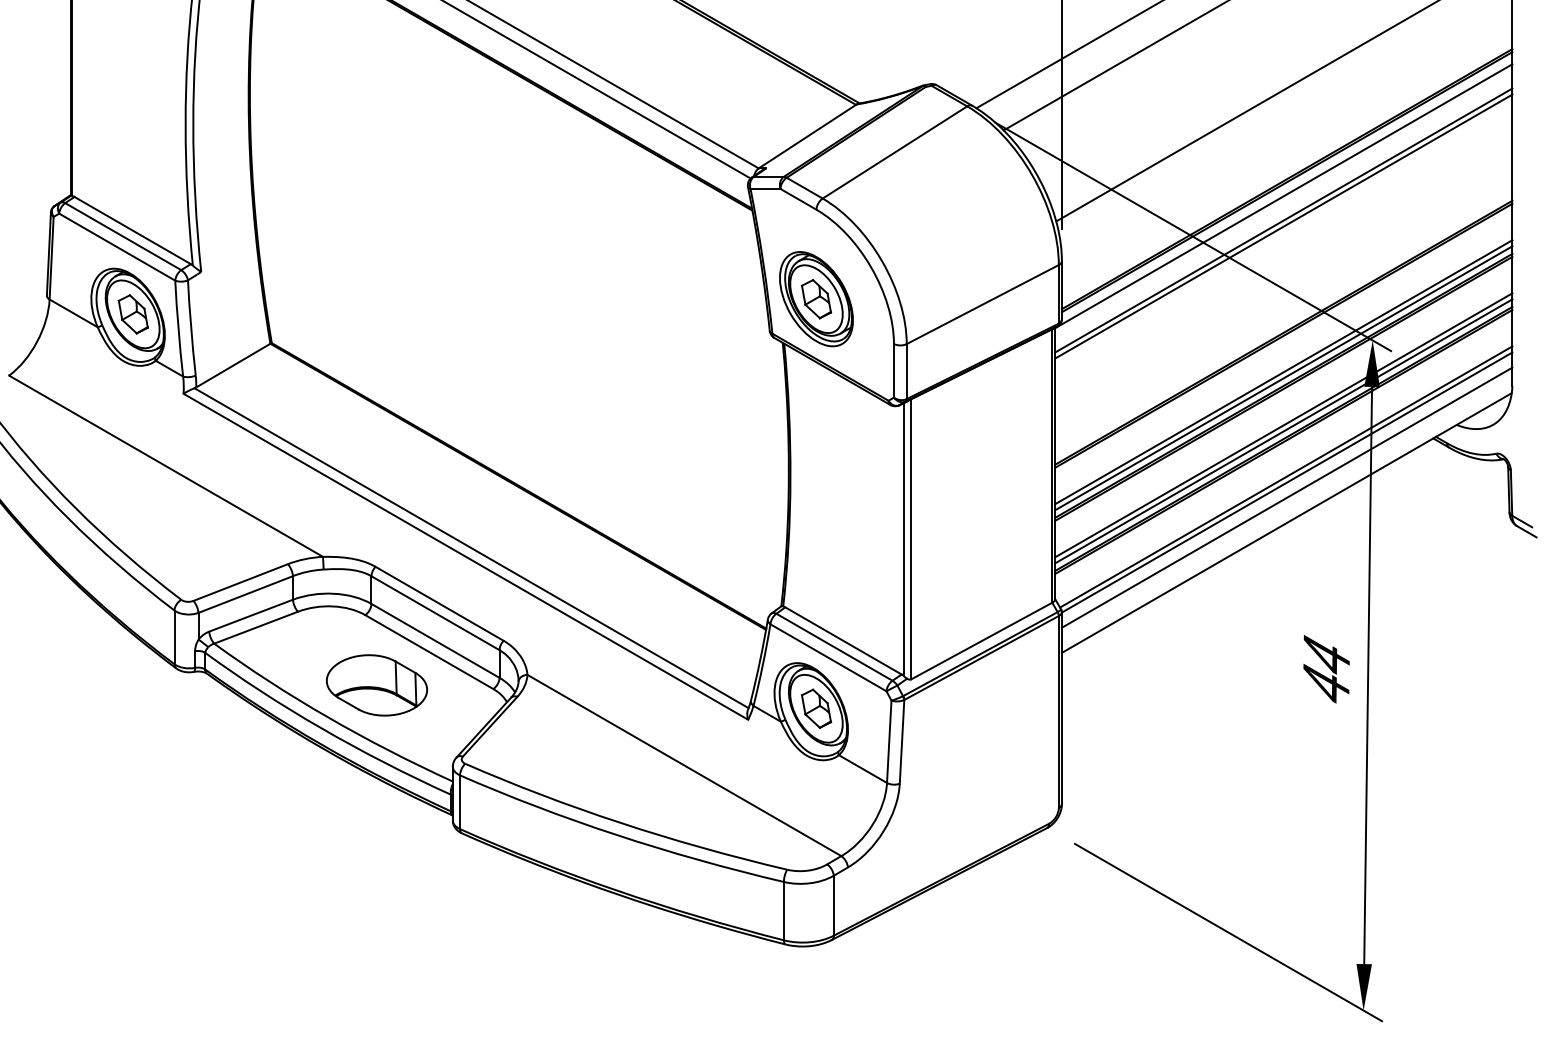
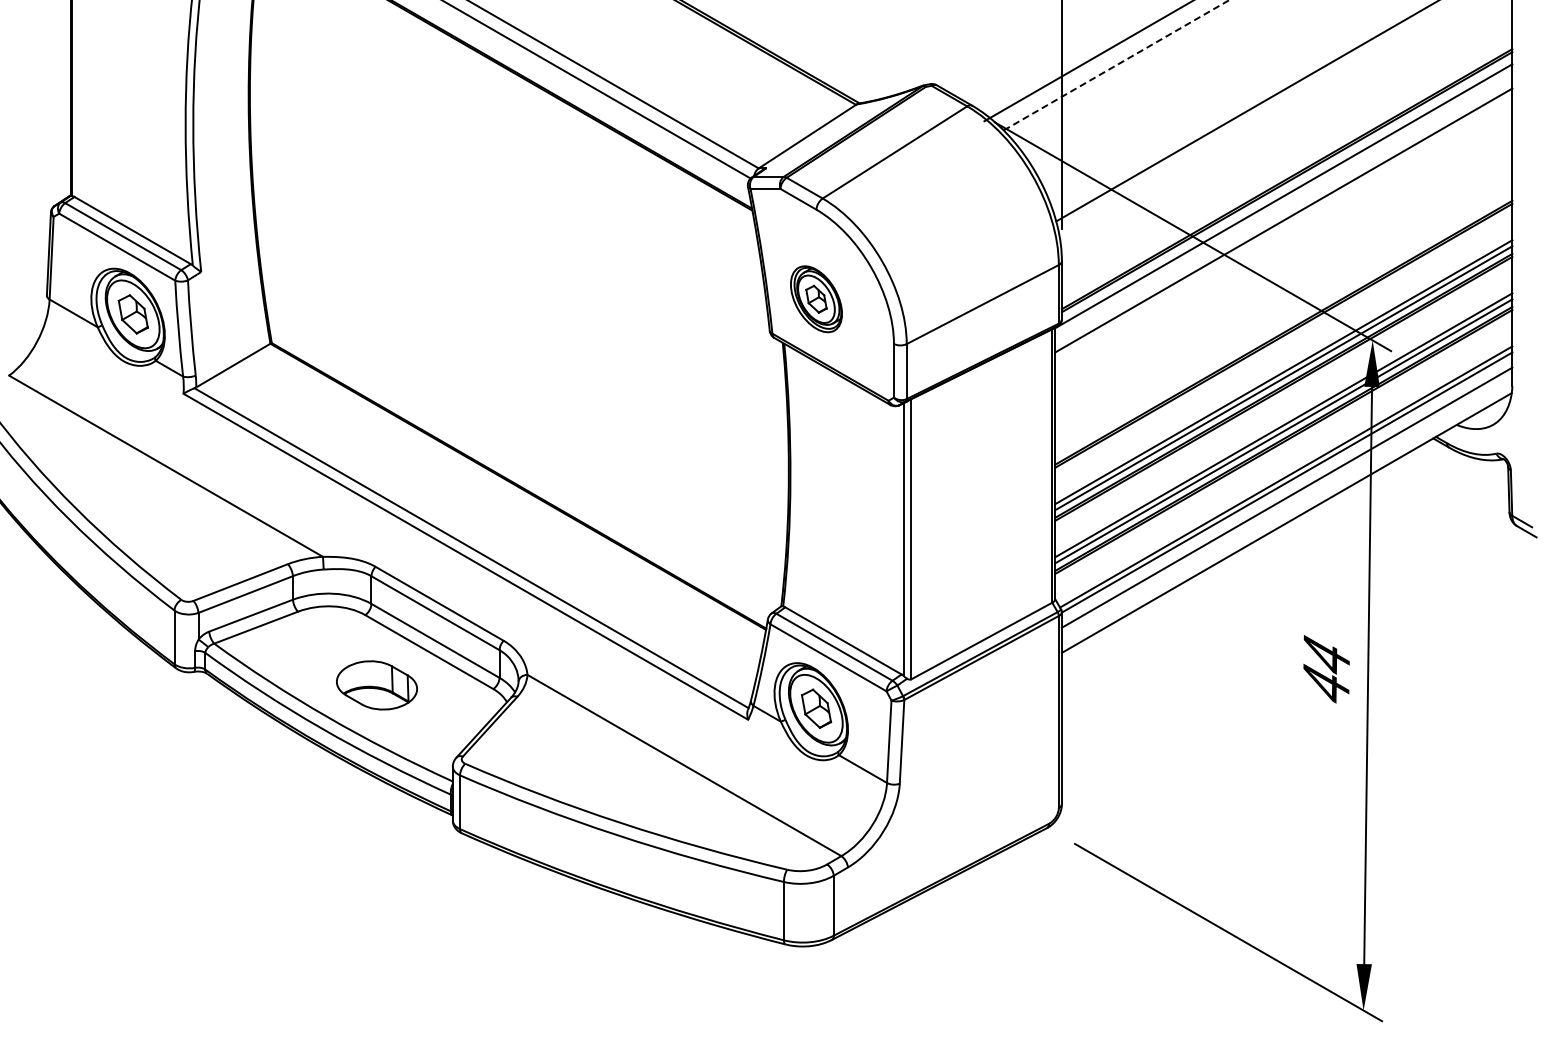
line at (1068, 55) position: (1068, 55) -> (1087, 61)
line at (1117, 64): solid -> dashed
line at (1283, 226): present -> none
part at (816, 299) size: 75x97 px -> 53x69 px
part at (376, 685) size: 102x63 px -> 82x51 px
